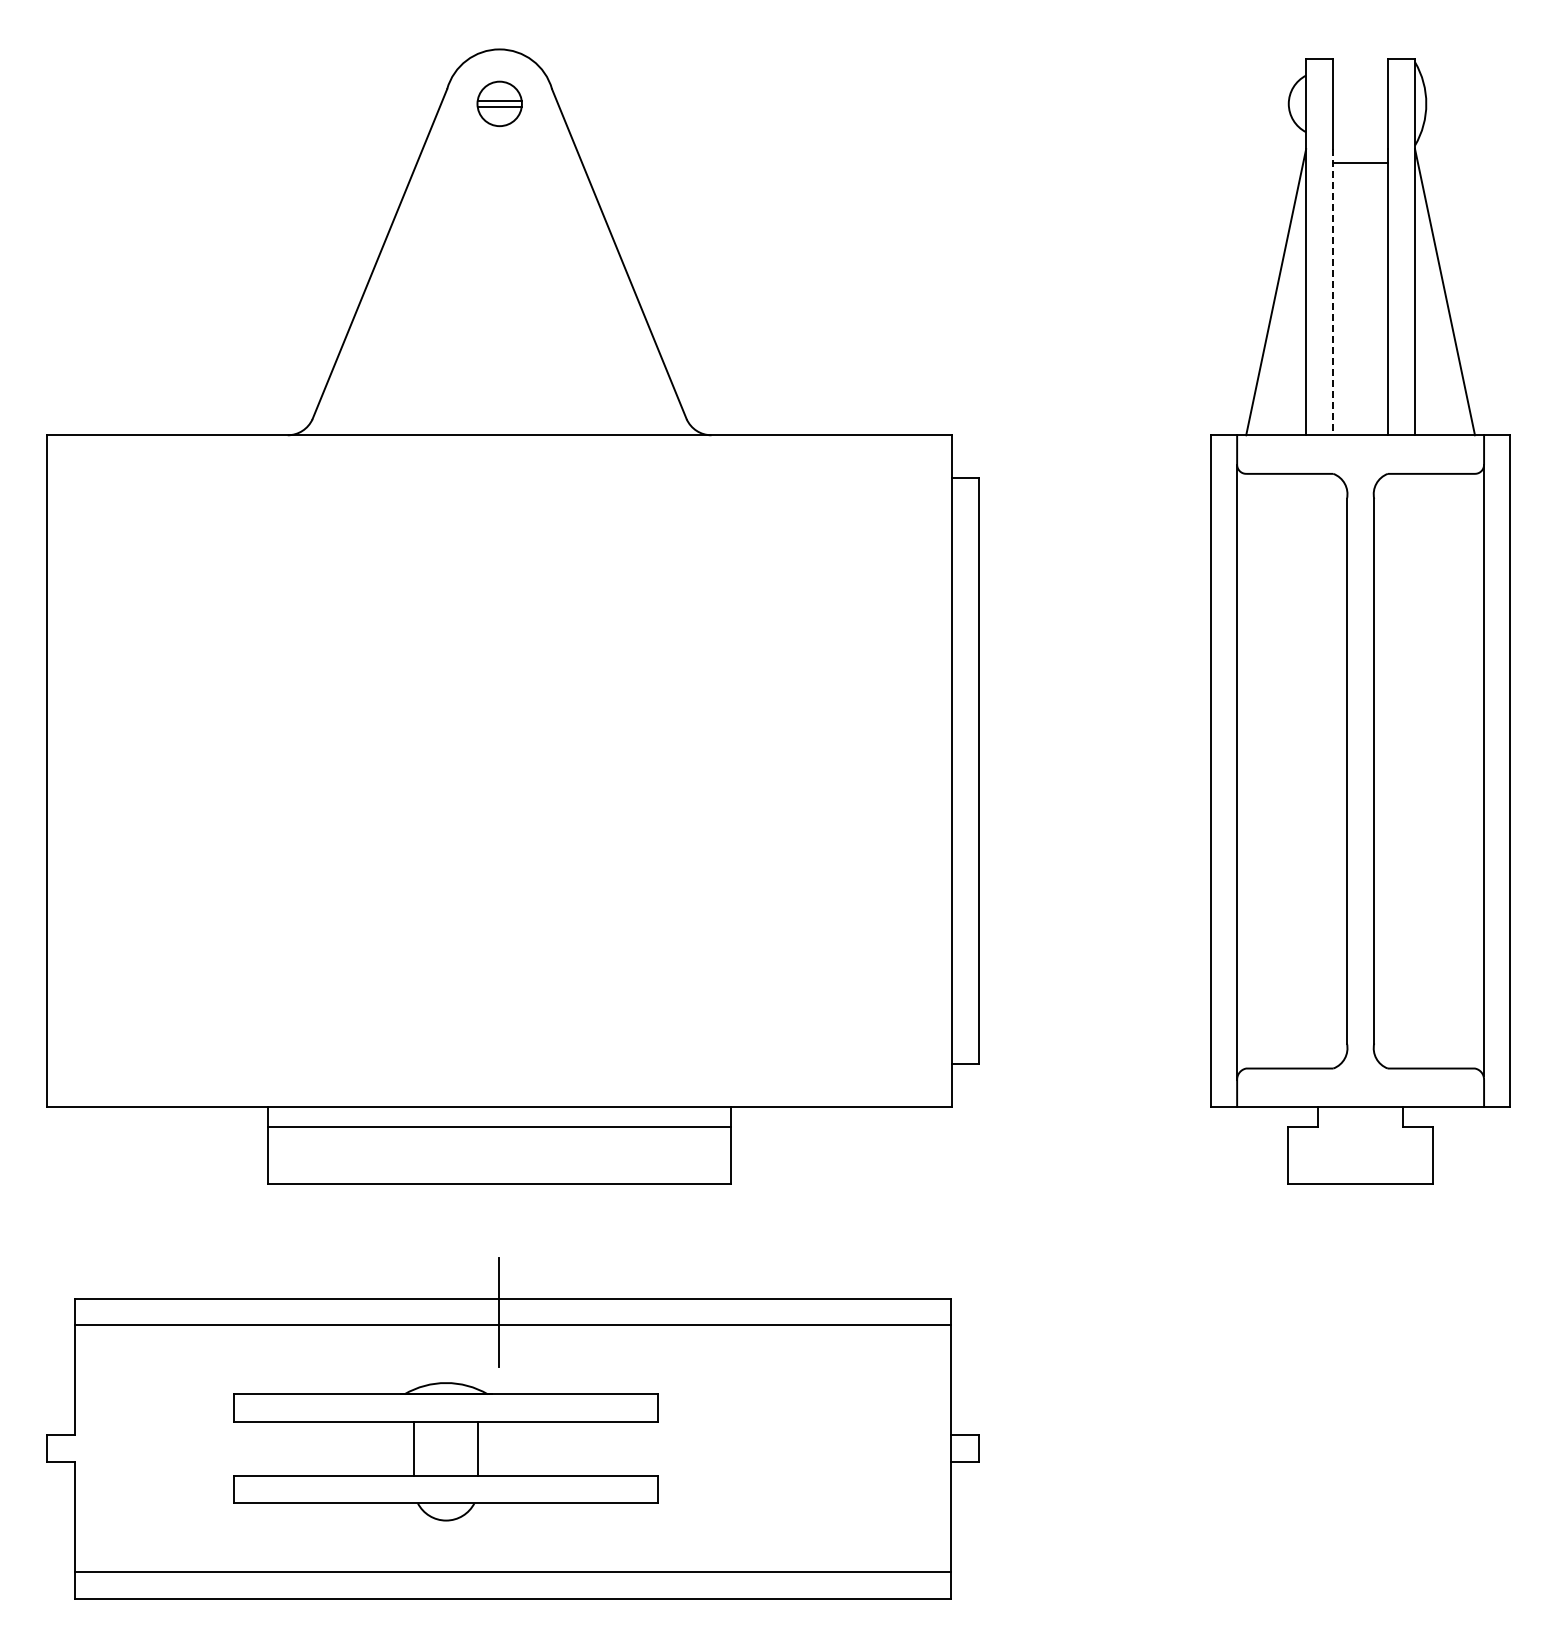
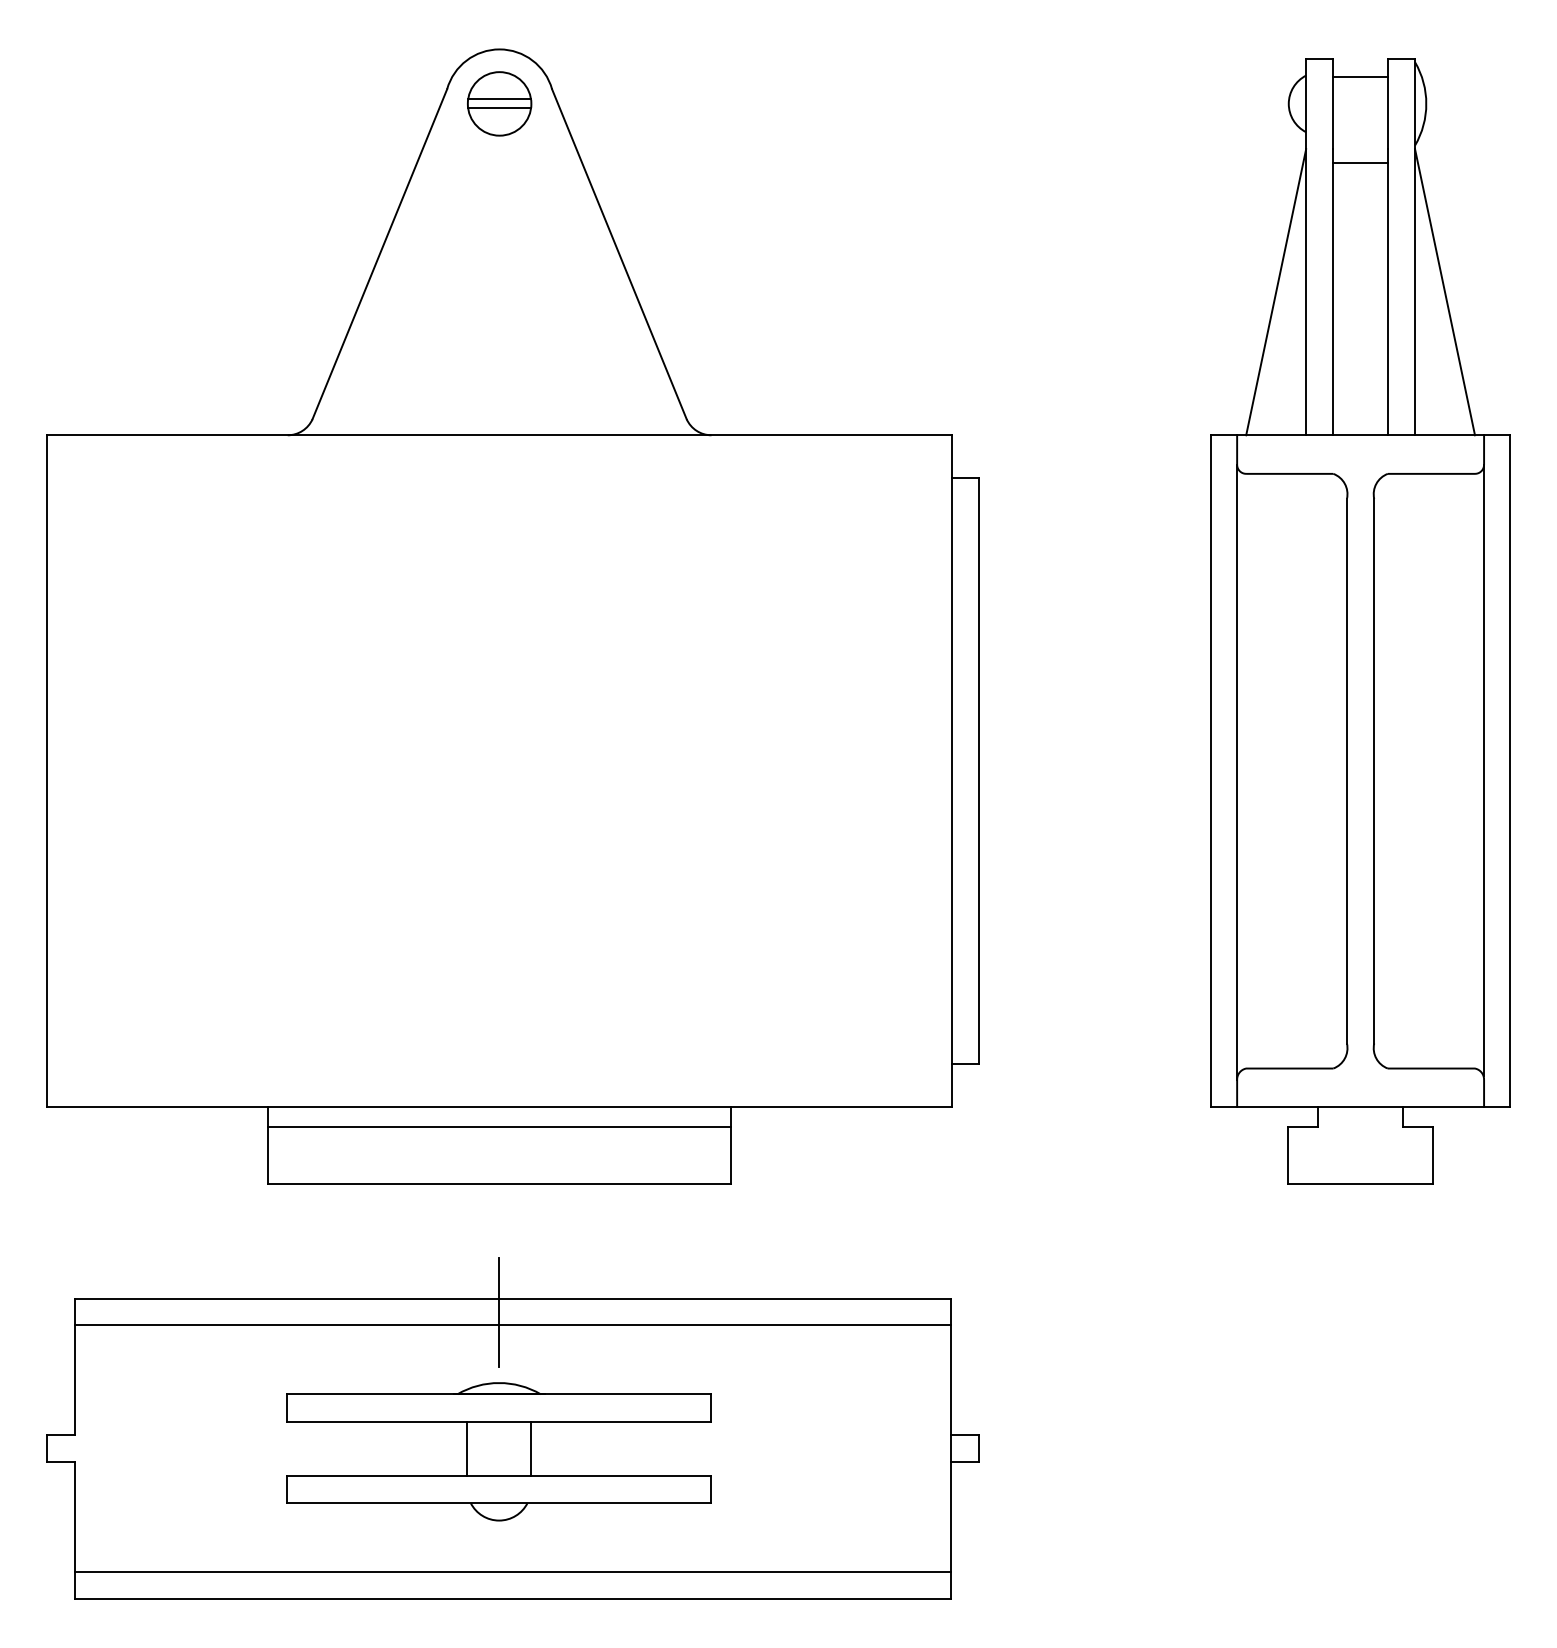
line at (1360, 76): none -> present
part at (499, 103) size: 47x48 px -> 66x66 px
line at (1333, 292): dashed -> solid
part at (445, 1451) position: (445, 1451) -> (498, 1451)
